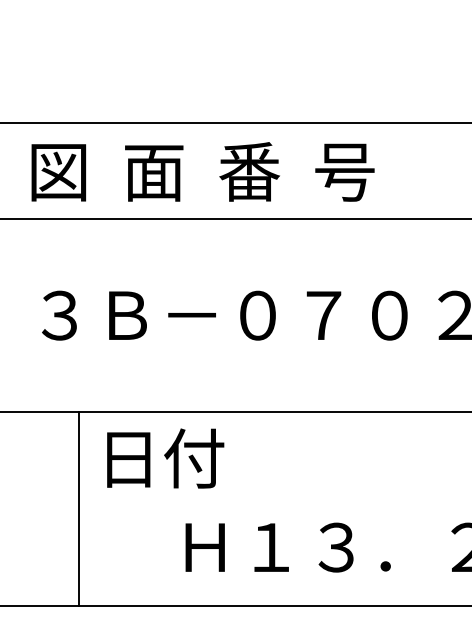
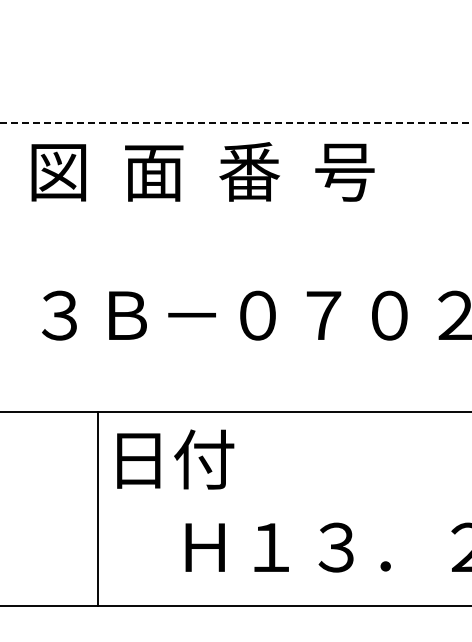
line at (236, 122): solid -> dashed
line at (235, 219): present -> none
text at (165, 458) position: (165, 458) -> (175, 459)
line at (78, 508) position: (78, 508) -> (97, 508)
